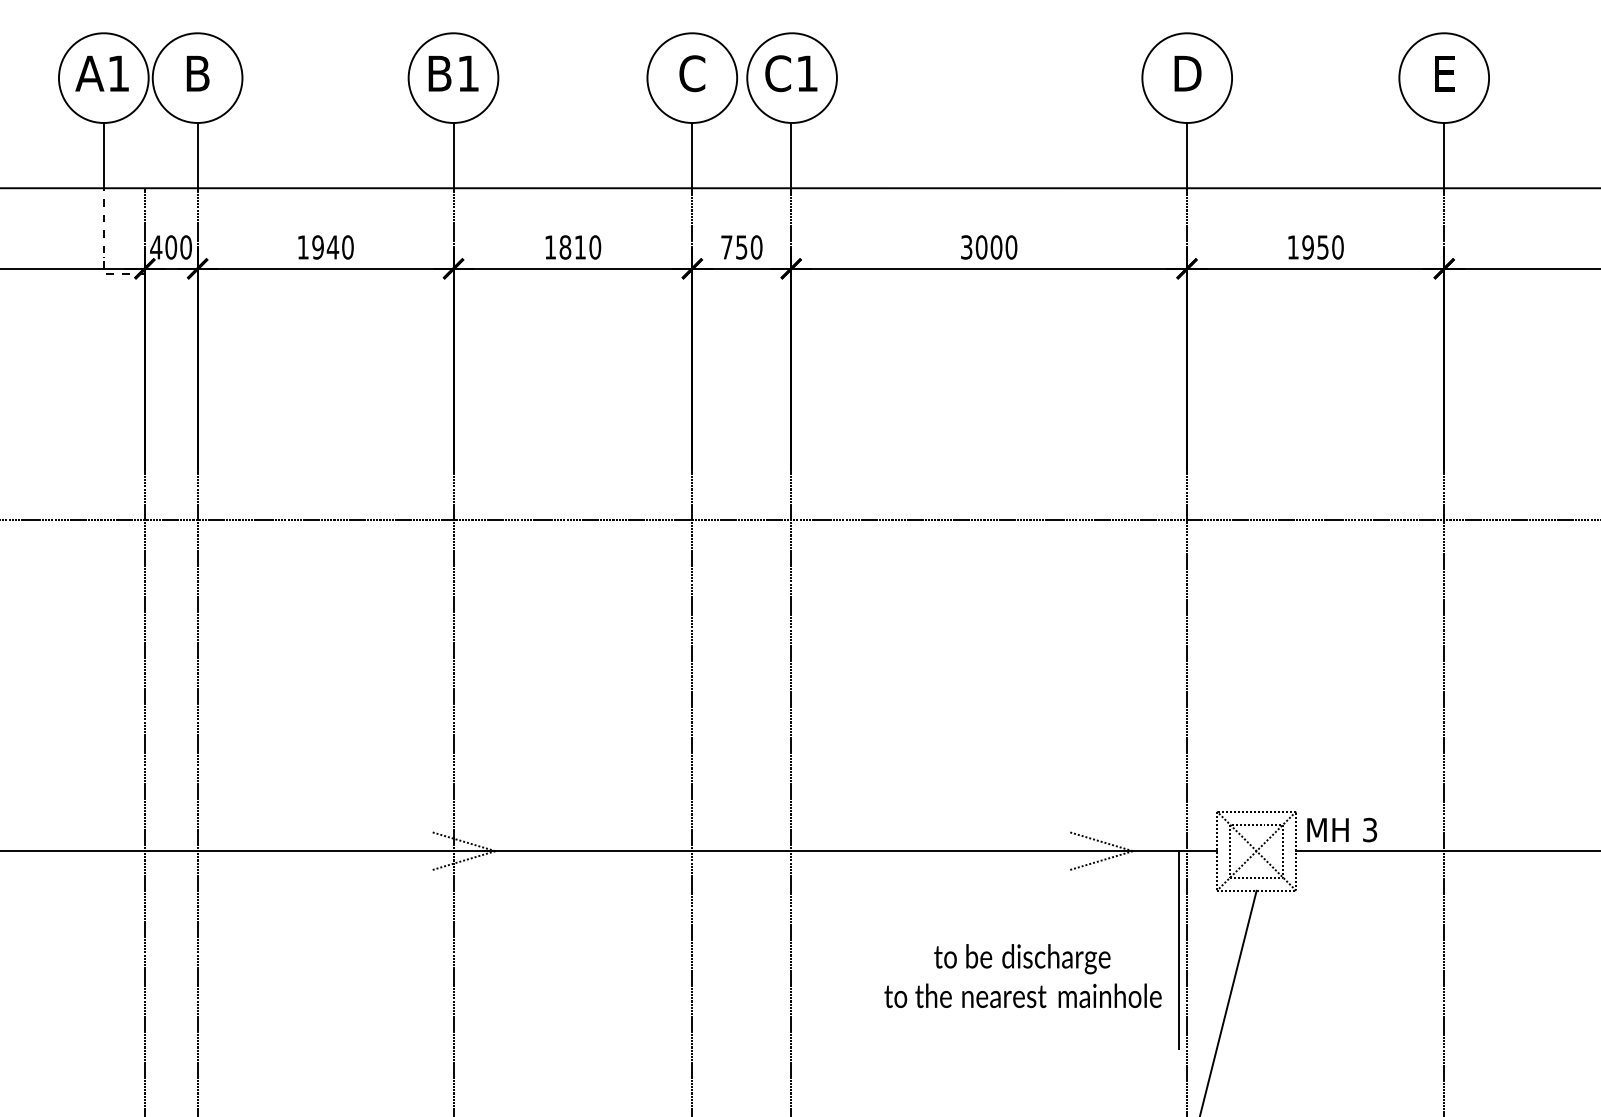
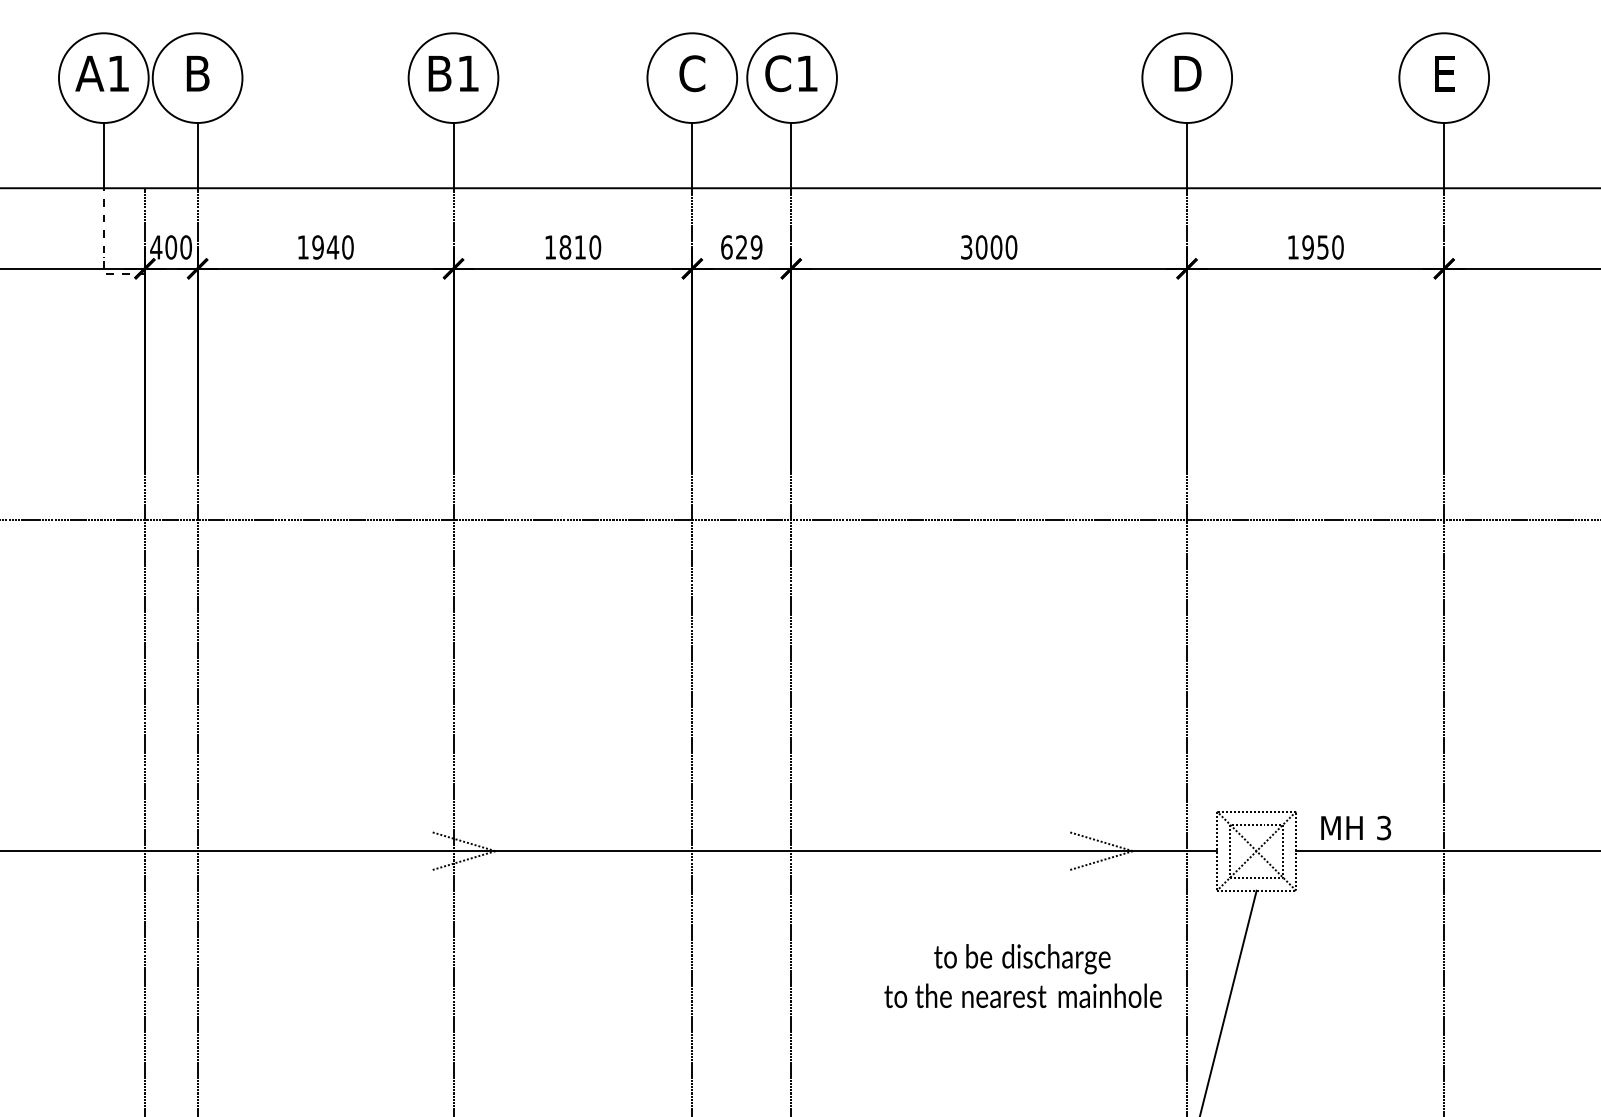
text at (741, 247): 750 -> 629
text at (1342, 829) position: (1342, 829) -> (1356, 827)
line at (1178, 949): present -> none
